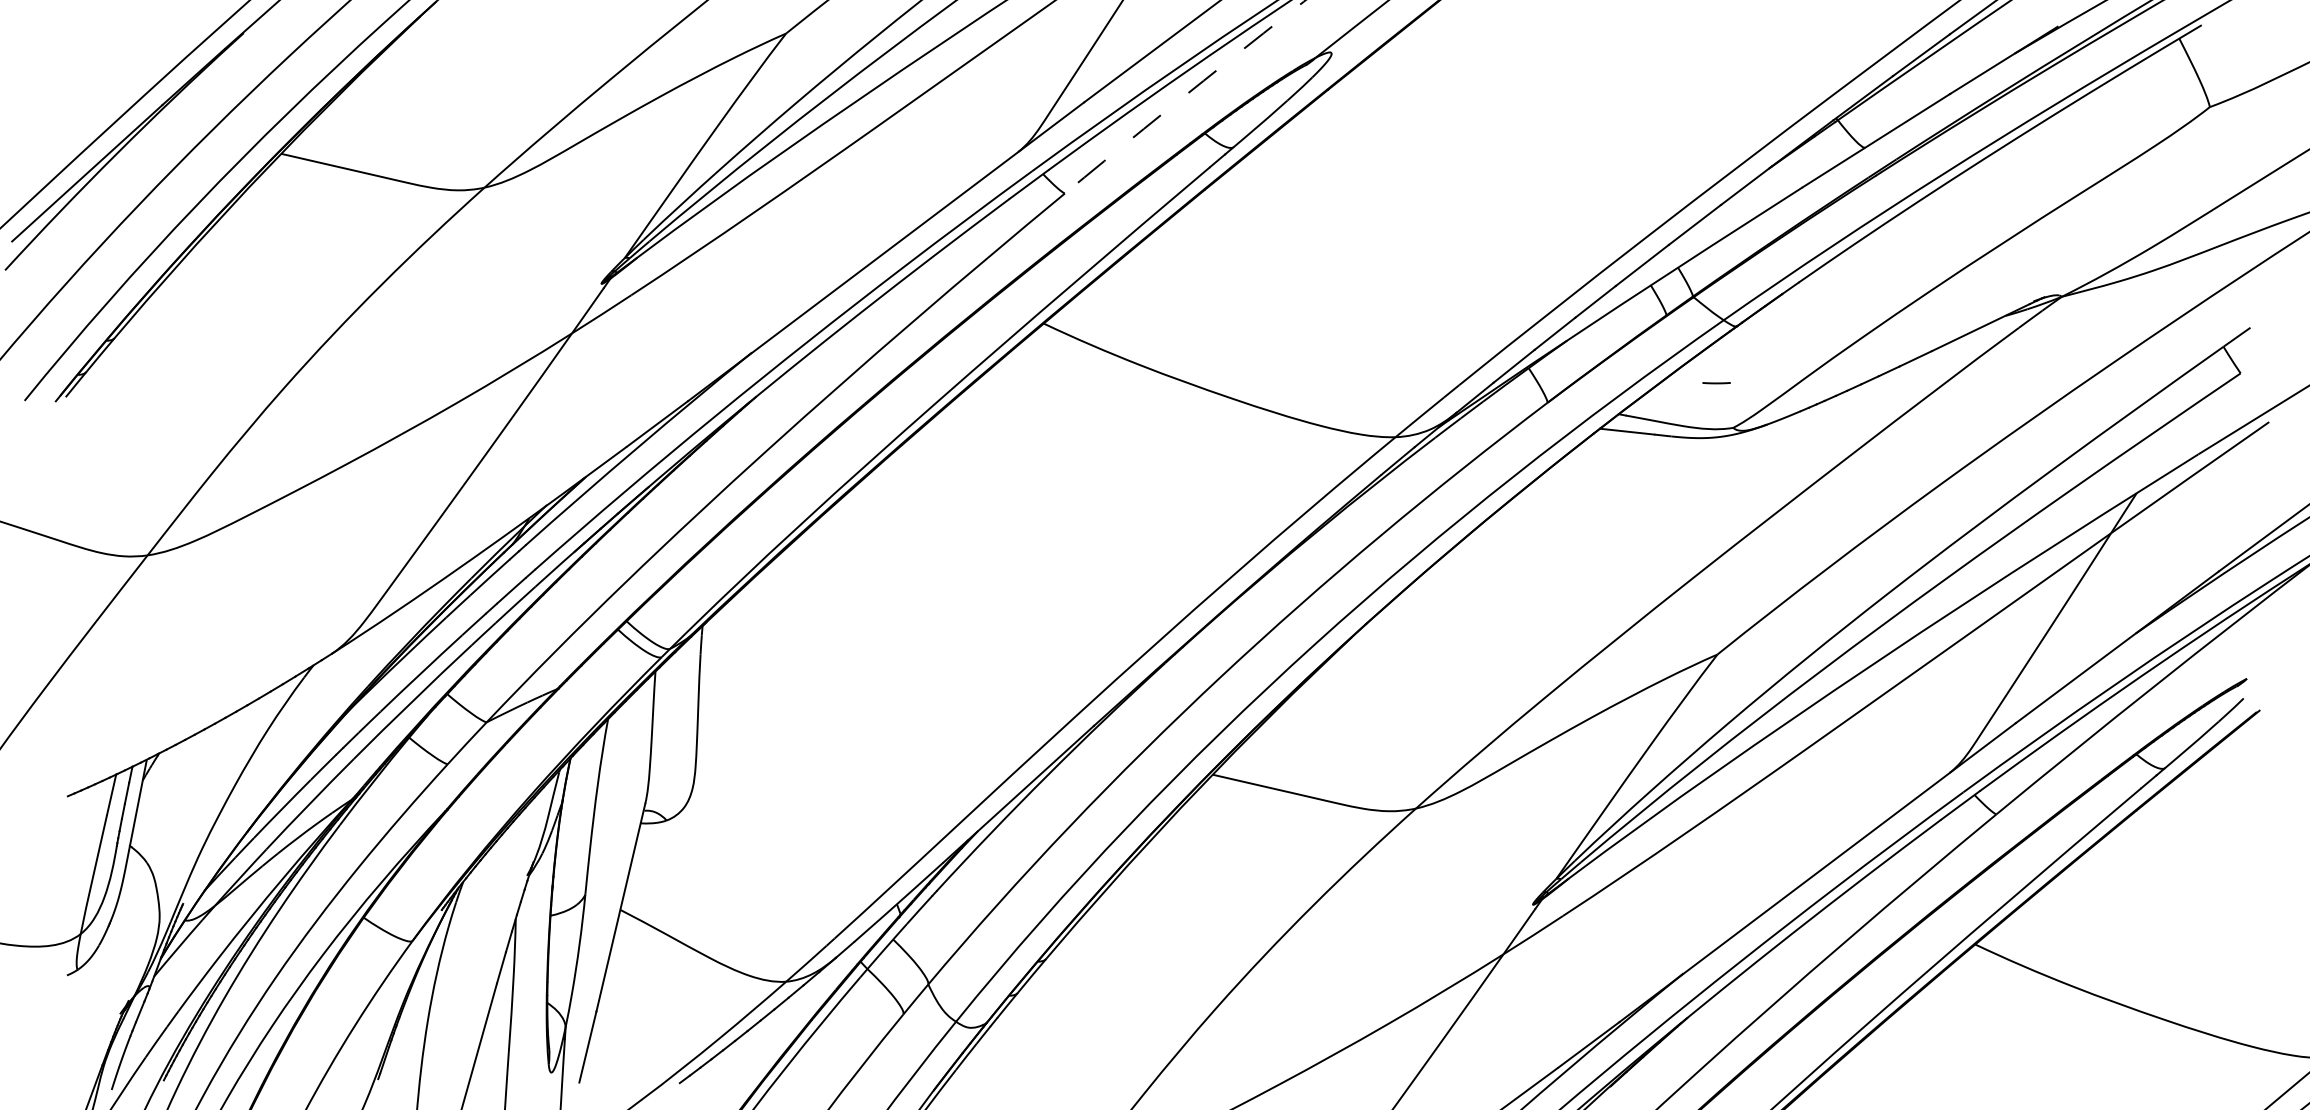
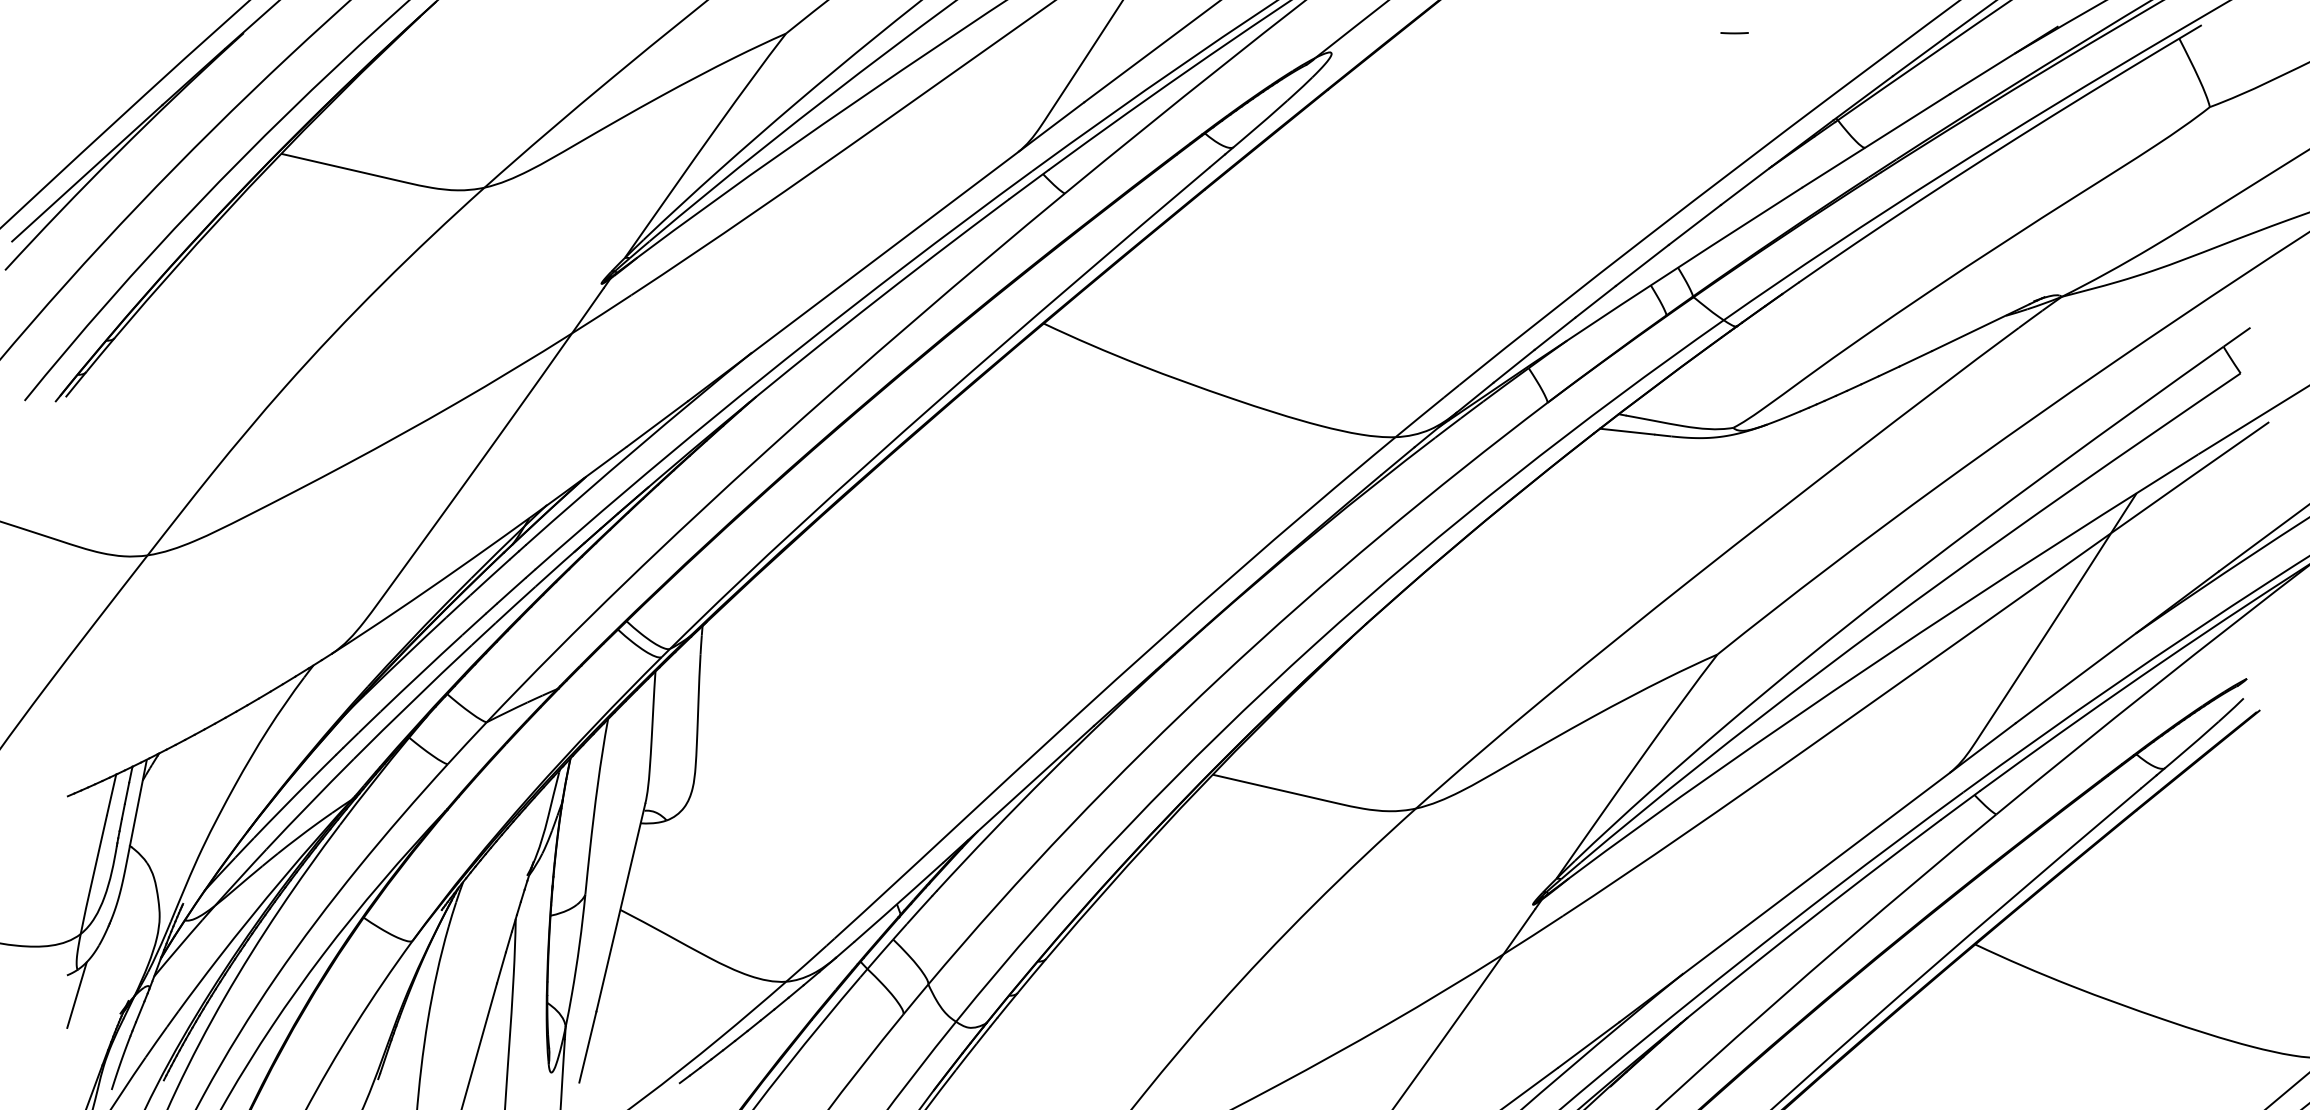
arc at (1184, 95): dashed -> solid
line at (1716, 383) position: (1716, 383) -> (1734, 33)
line at (76, 994): none -> present
